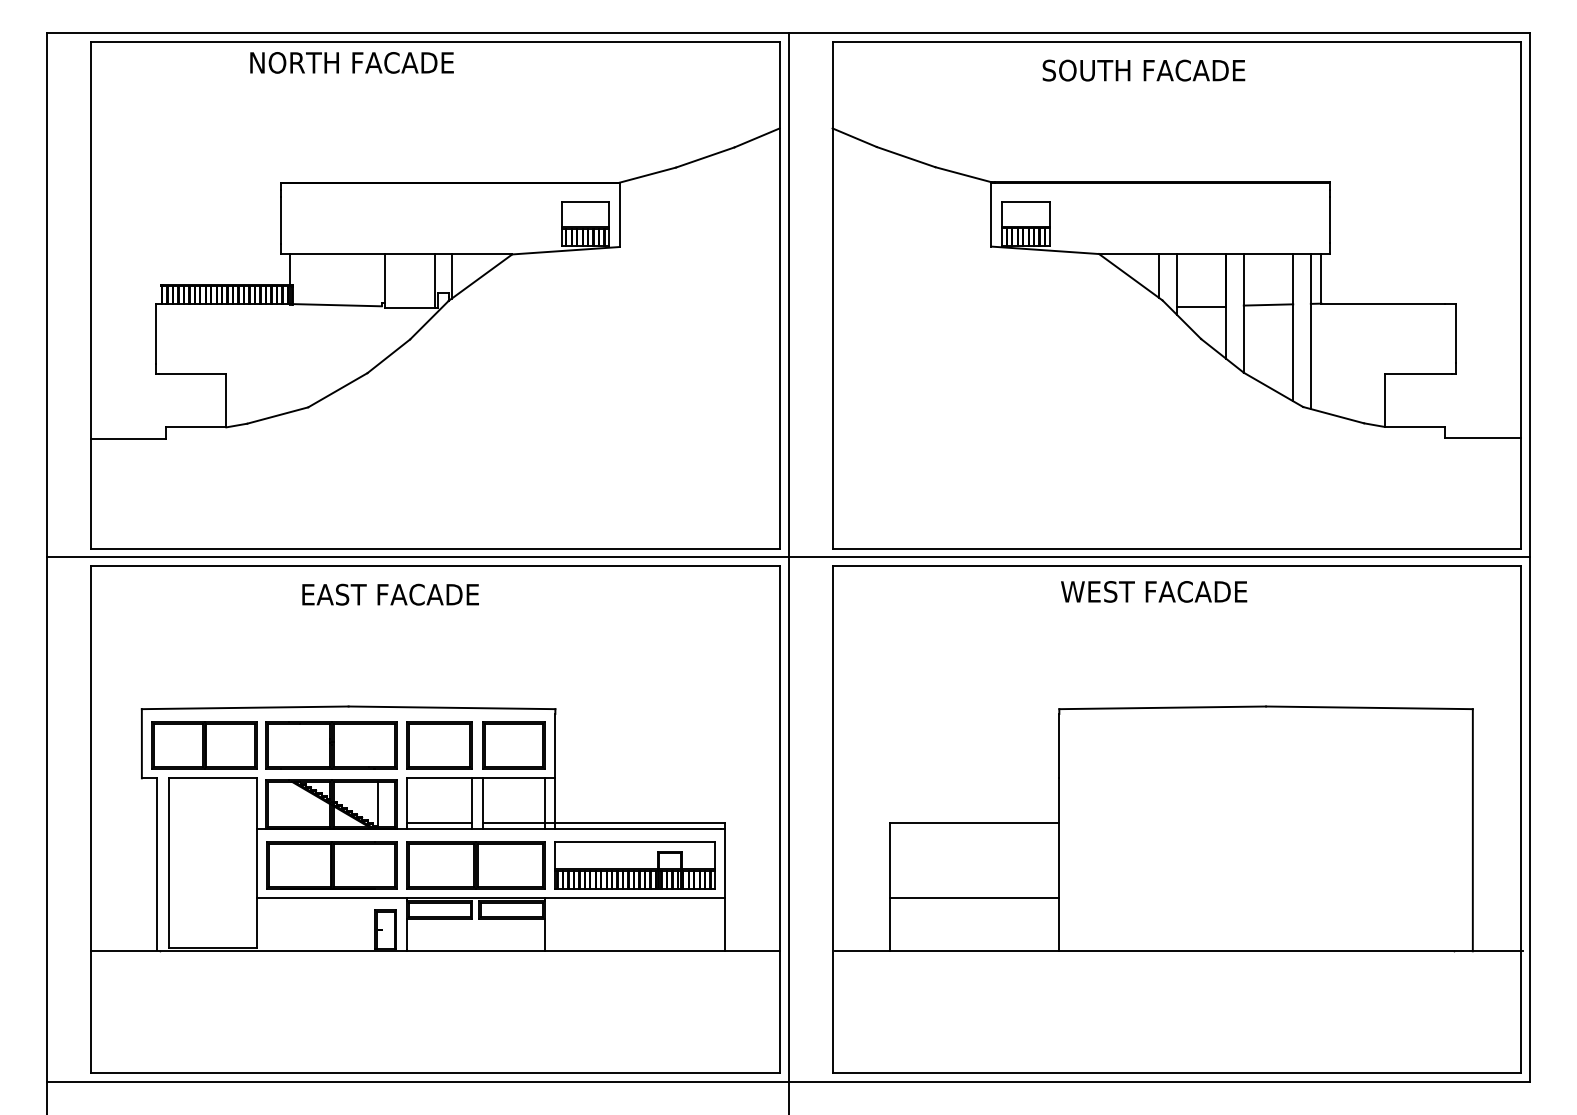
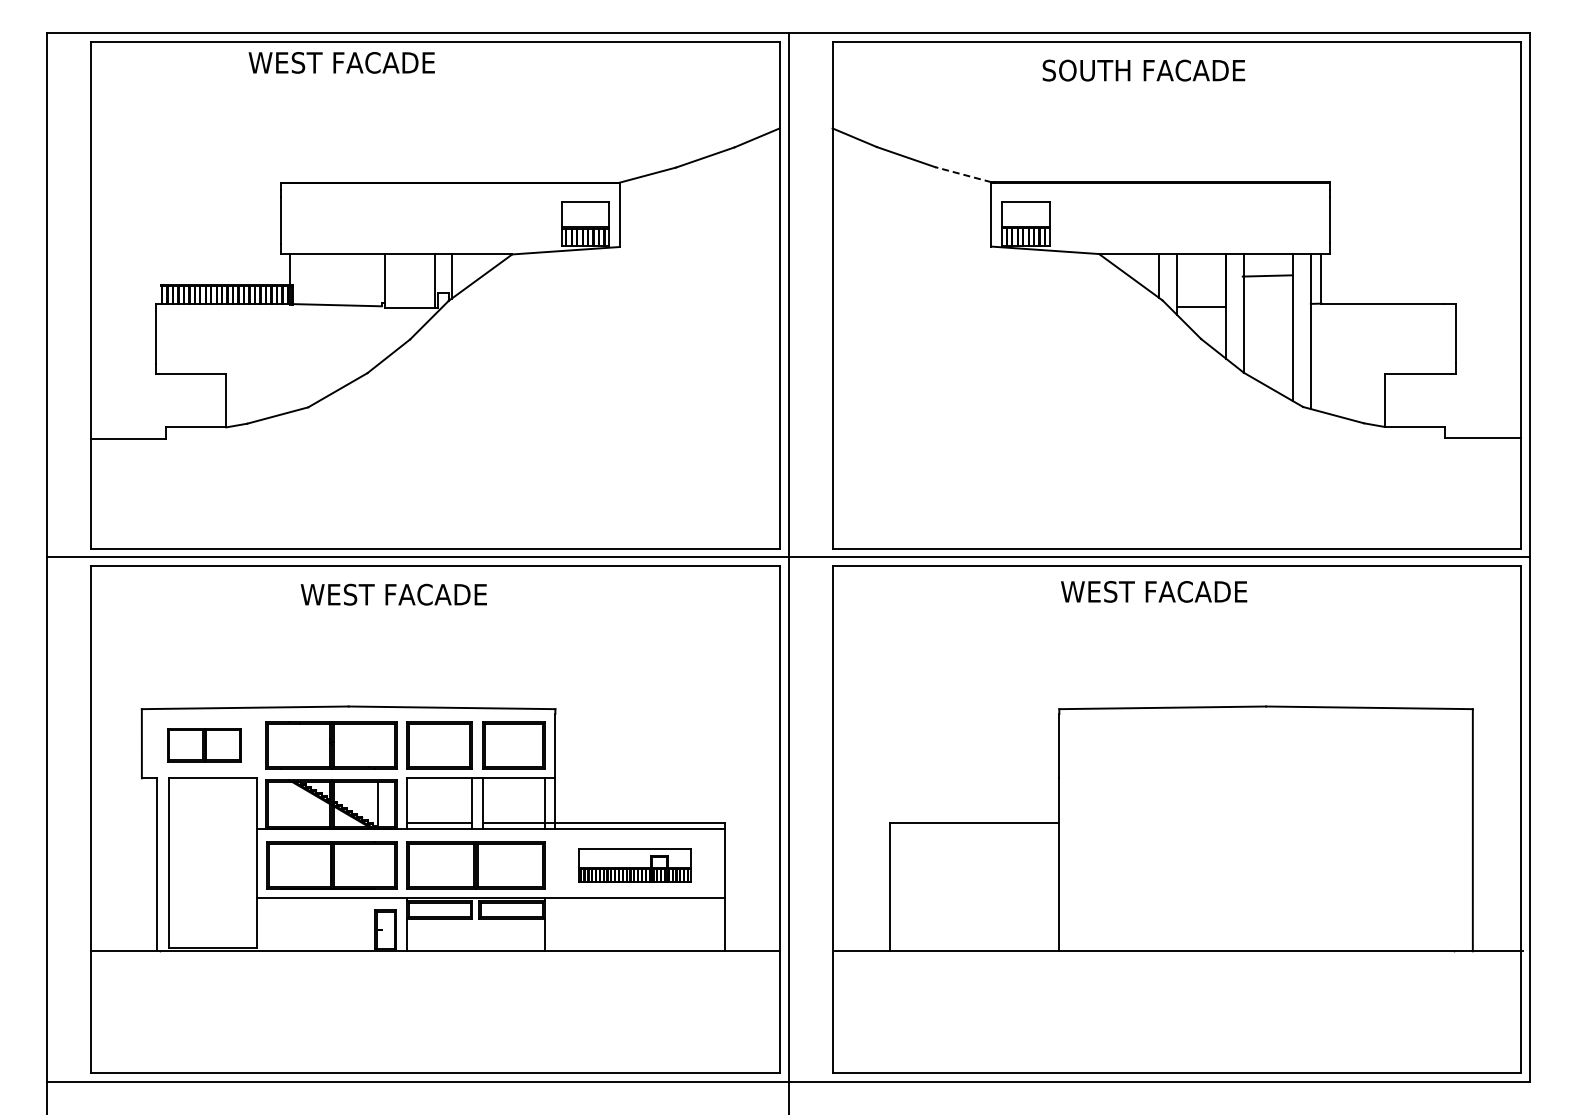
text at (350, 62): NORTH FACADE -> WEST FACADE
line at (962, 174): solid -> dashed
line at (1268, 304) position: (1268, 304) -> (1267, 275)
text at (393, 594): EAST FACADE -> WEST FACADE
part at (204, 745) size: 107x49 px -> 75x35 px
part at (634, 865) size: 162x49 px -> 114x35 px
line at (974, 898): present -> none
